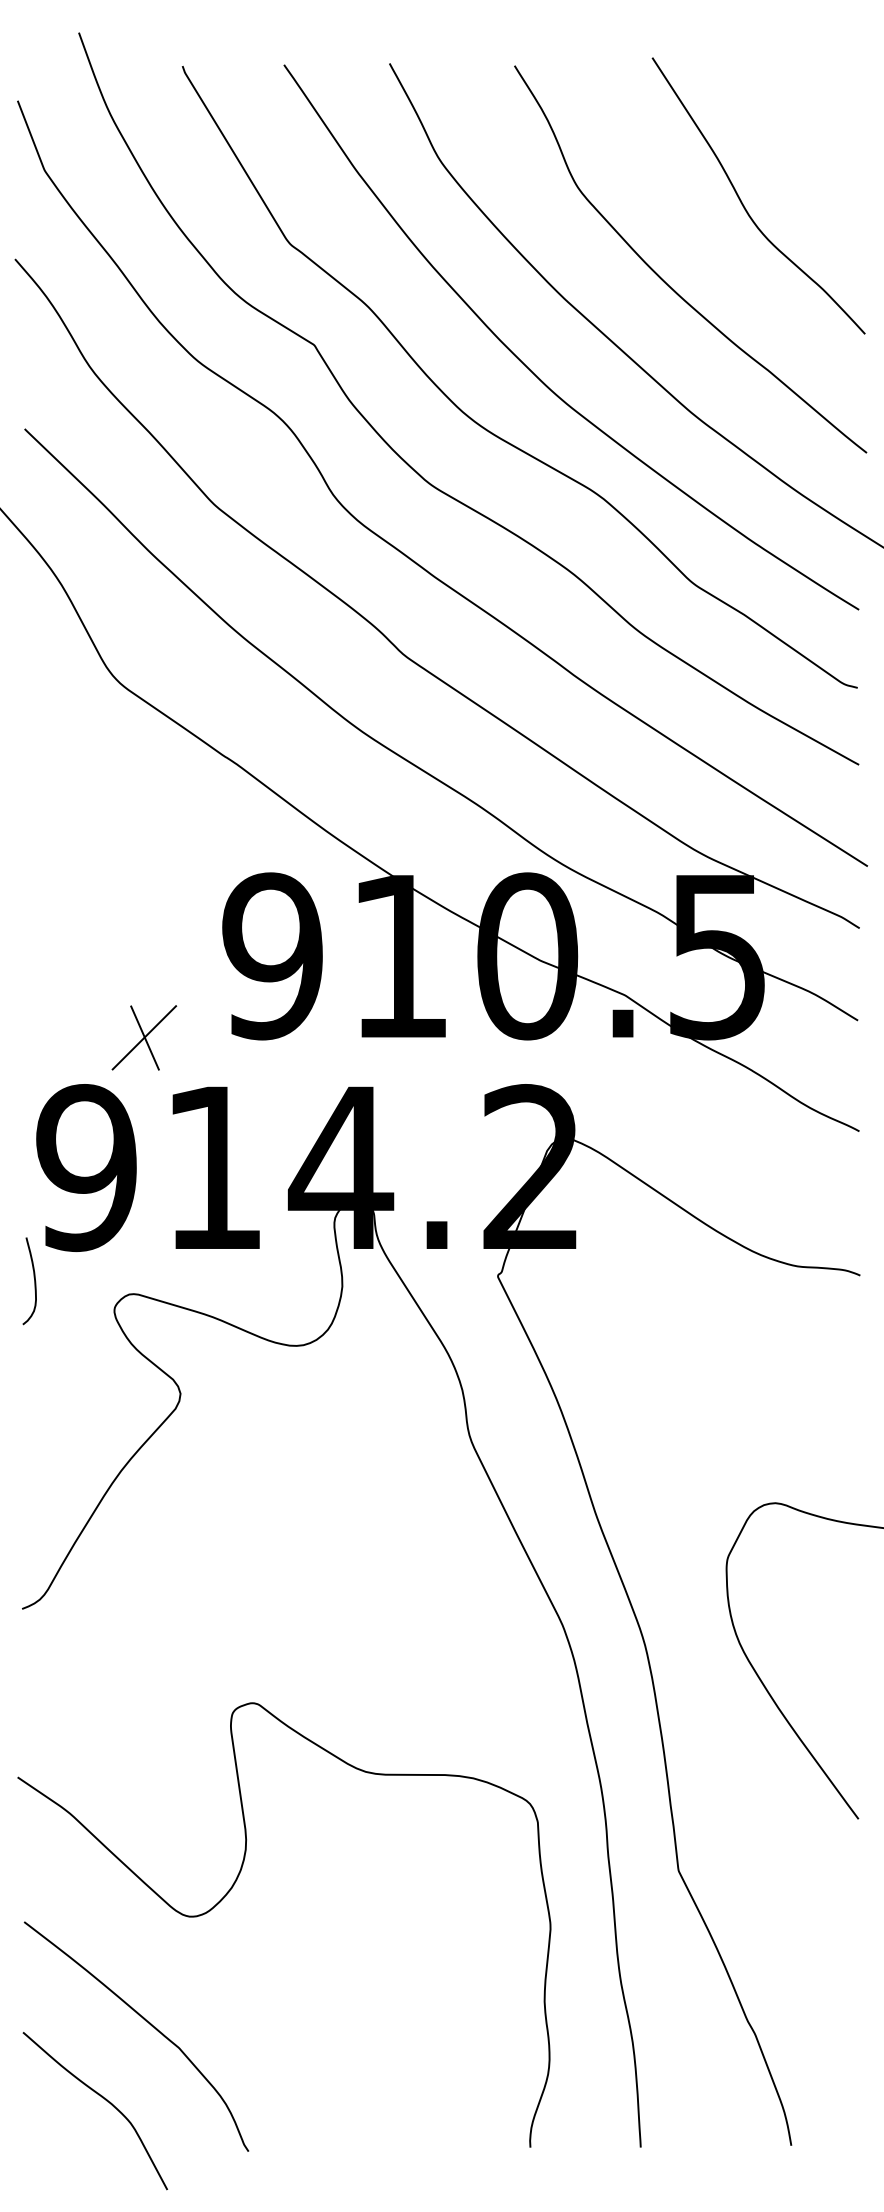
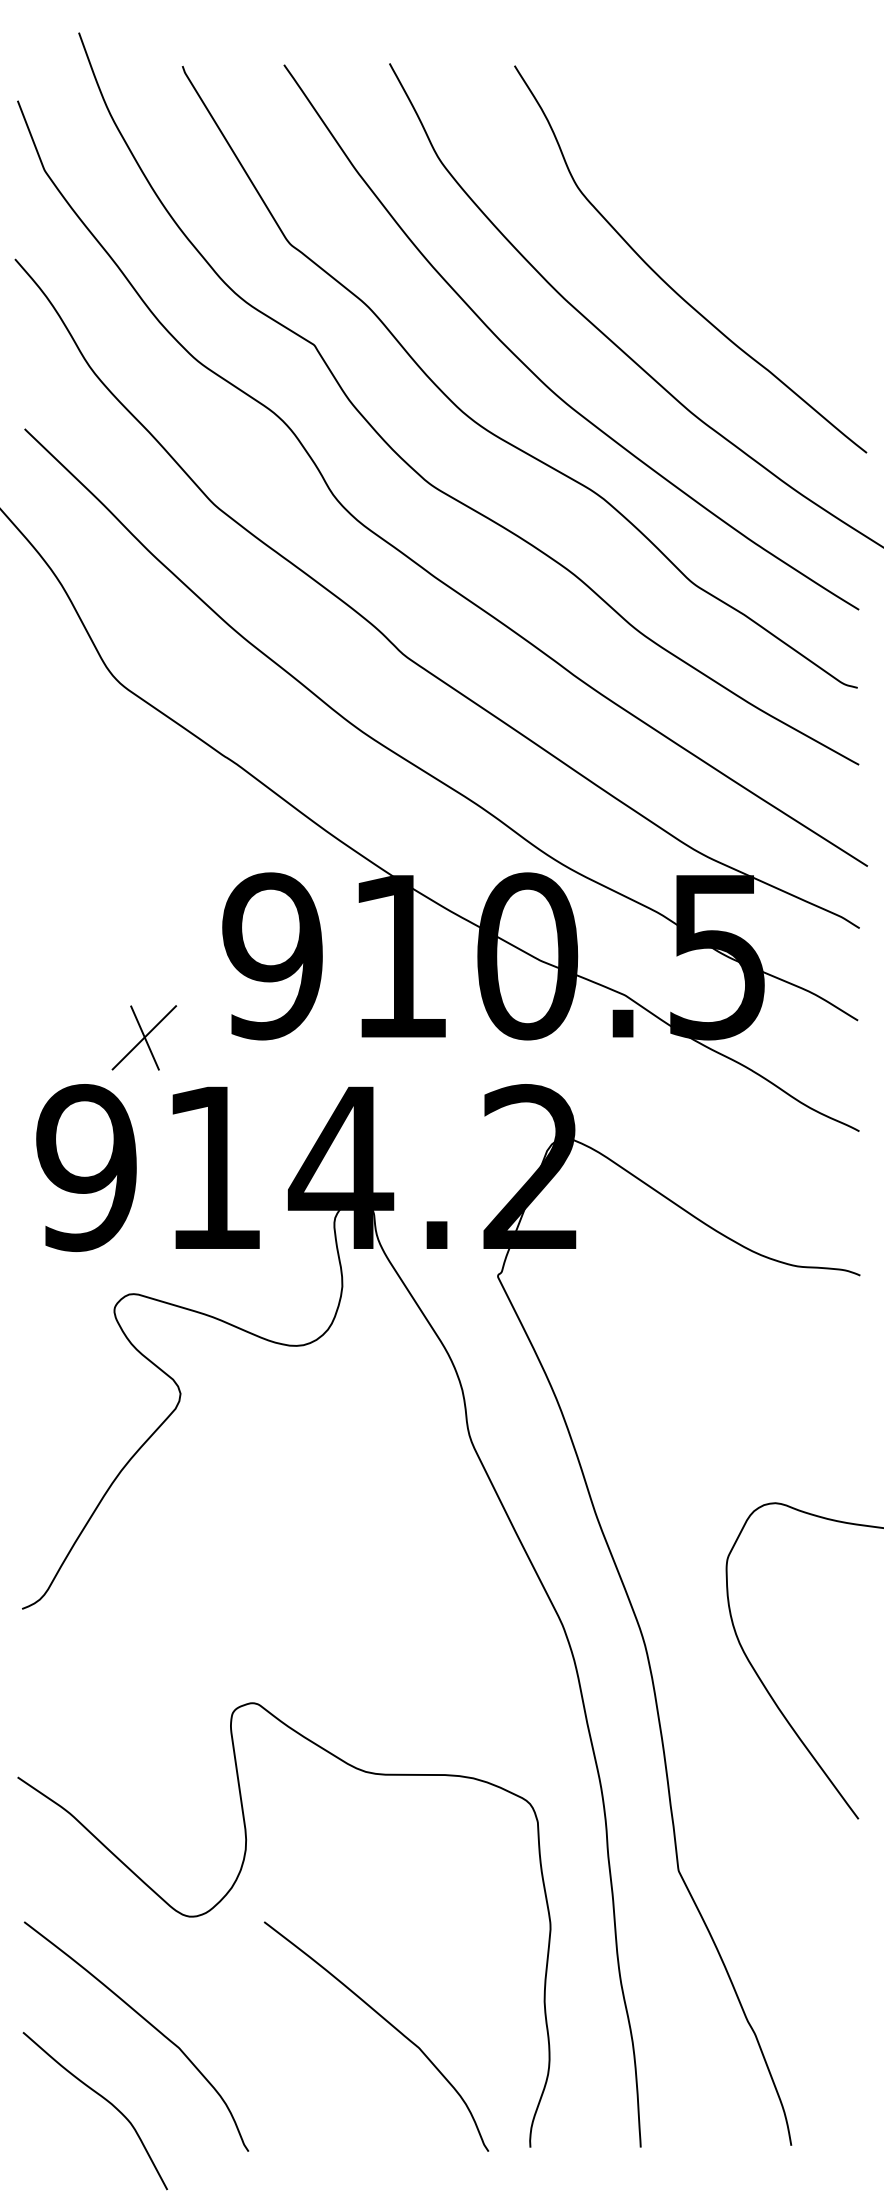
curve at (743, 203): present -> none
curve at (34, 1281): present -> none
curve at (385, 2021): none -> present
